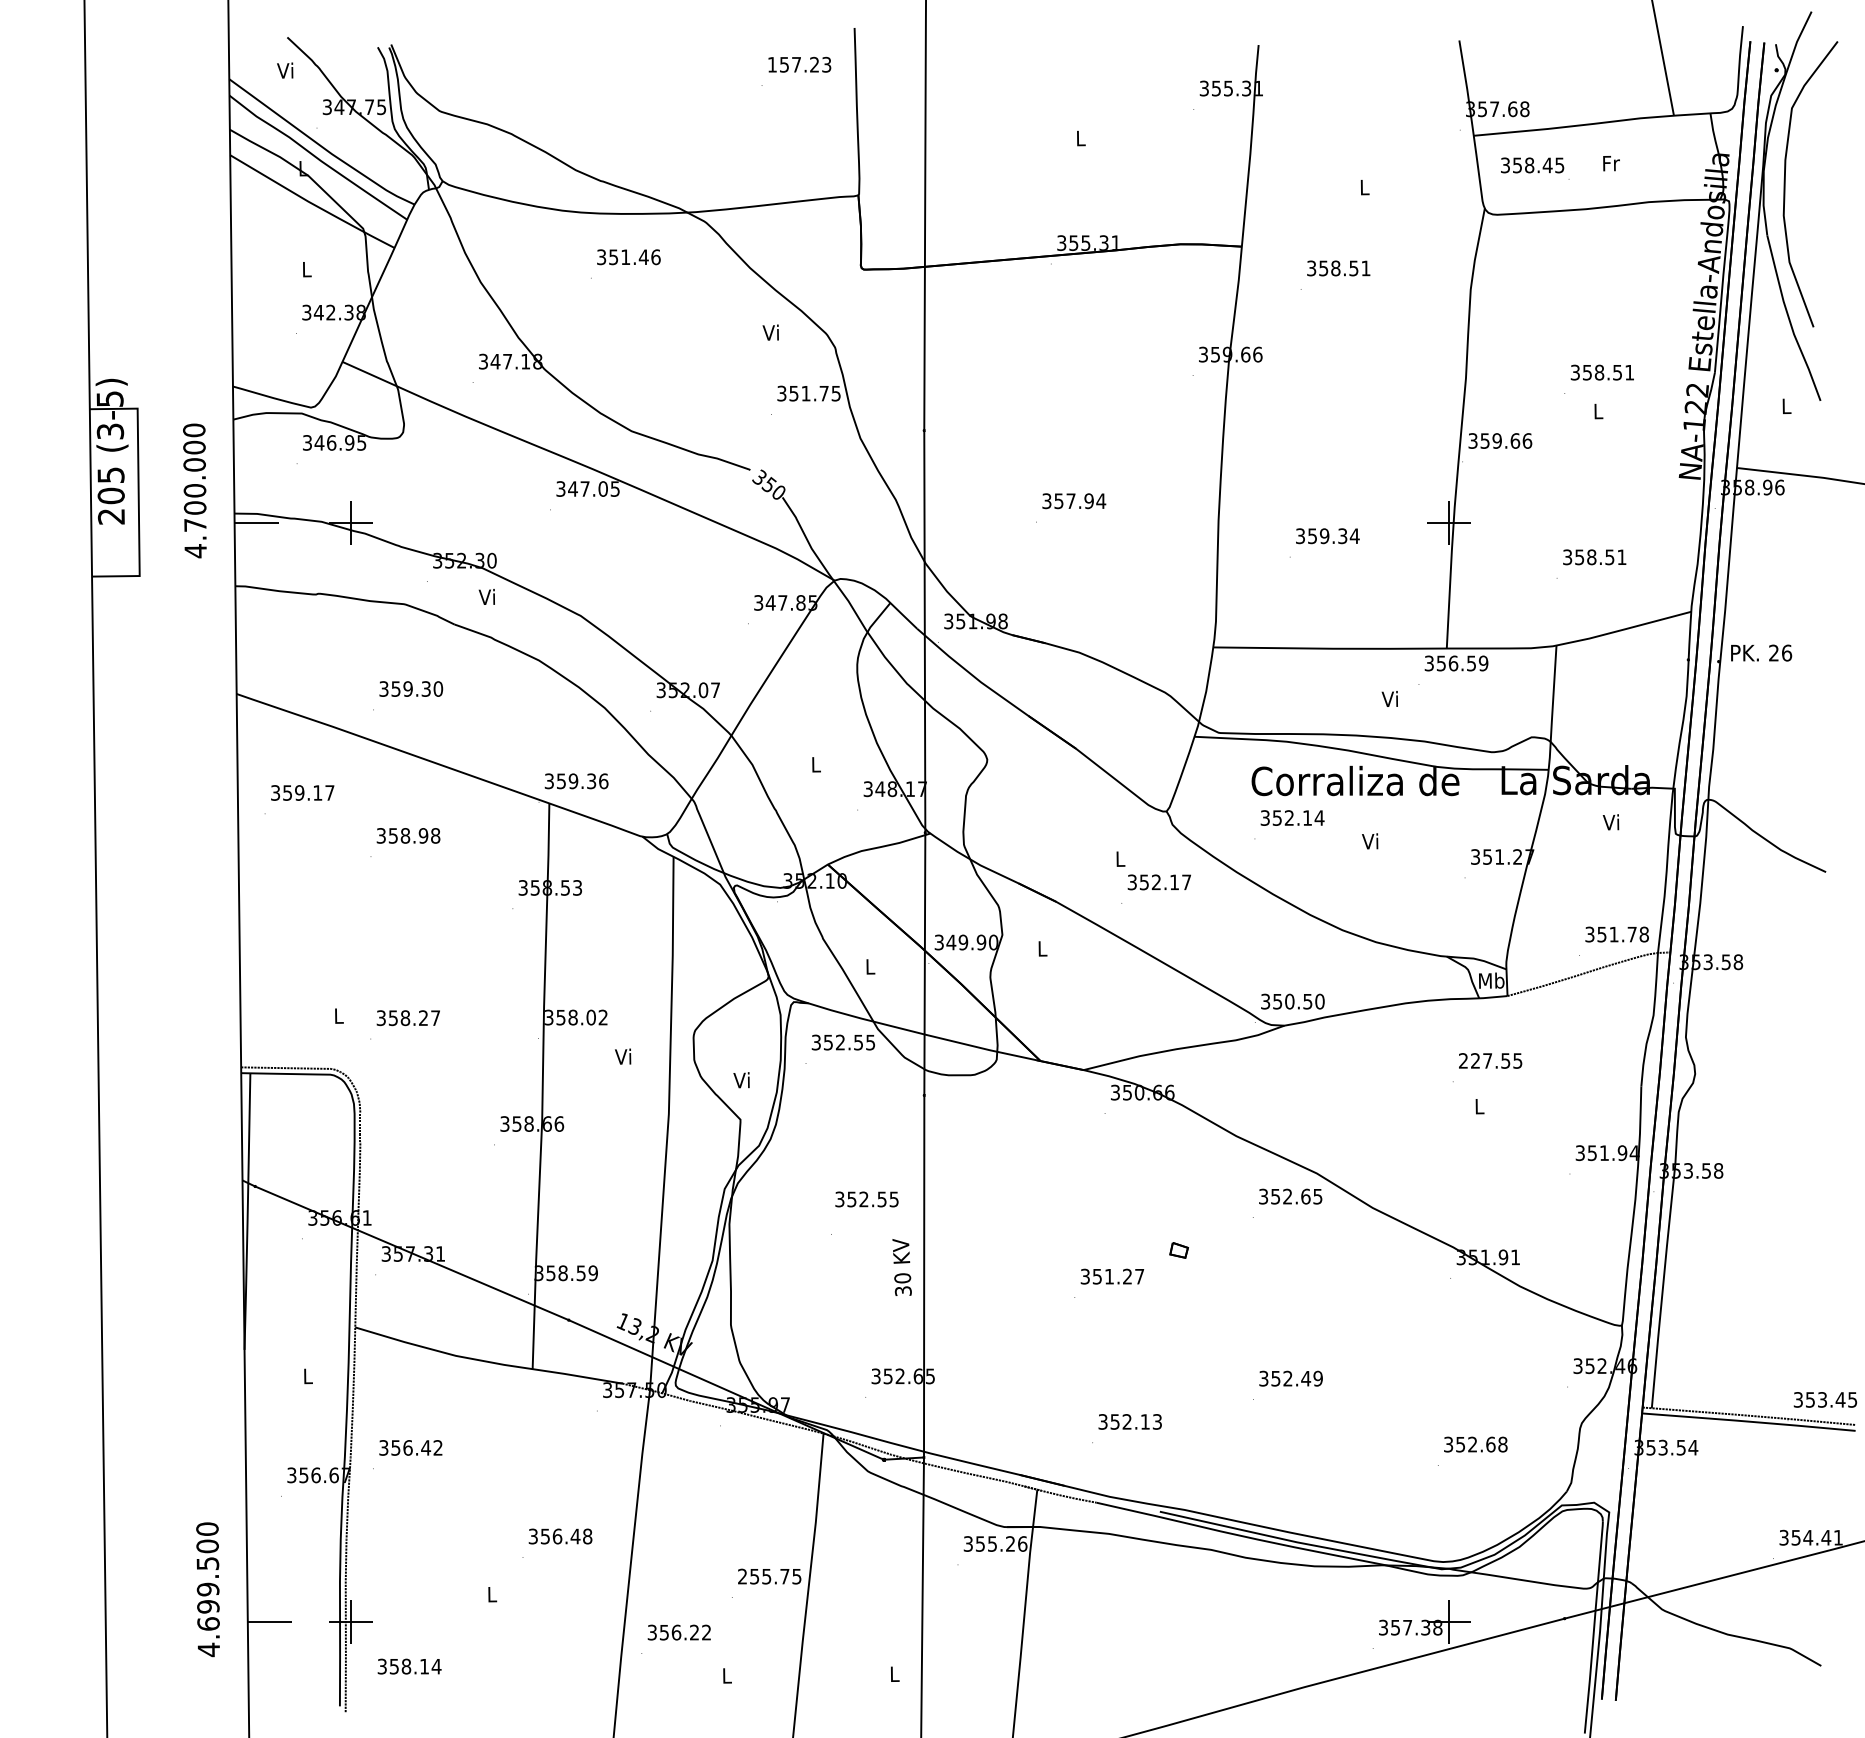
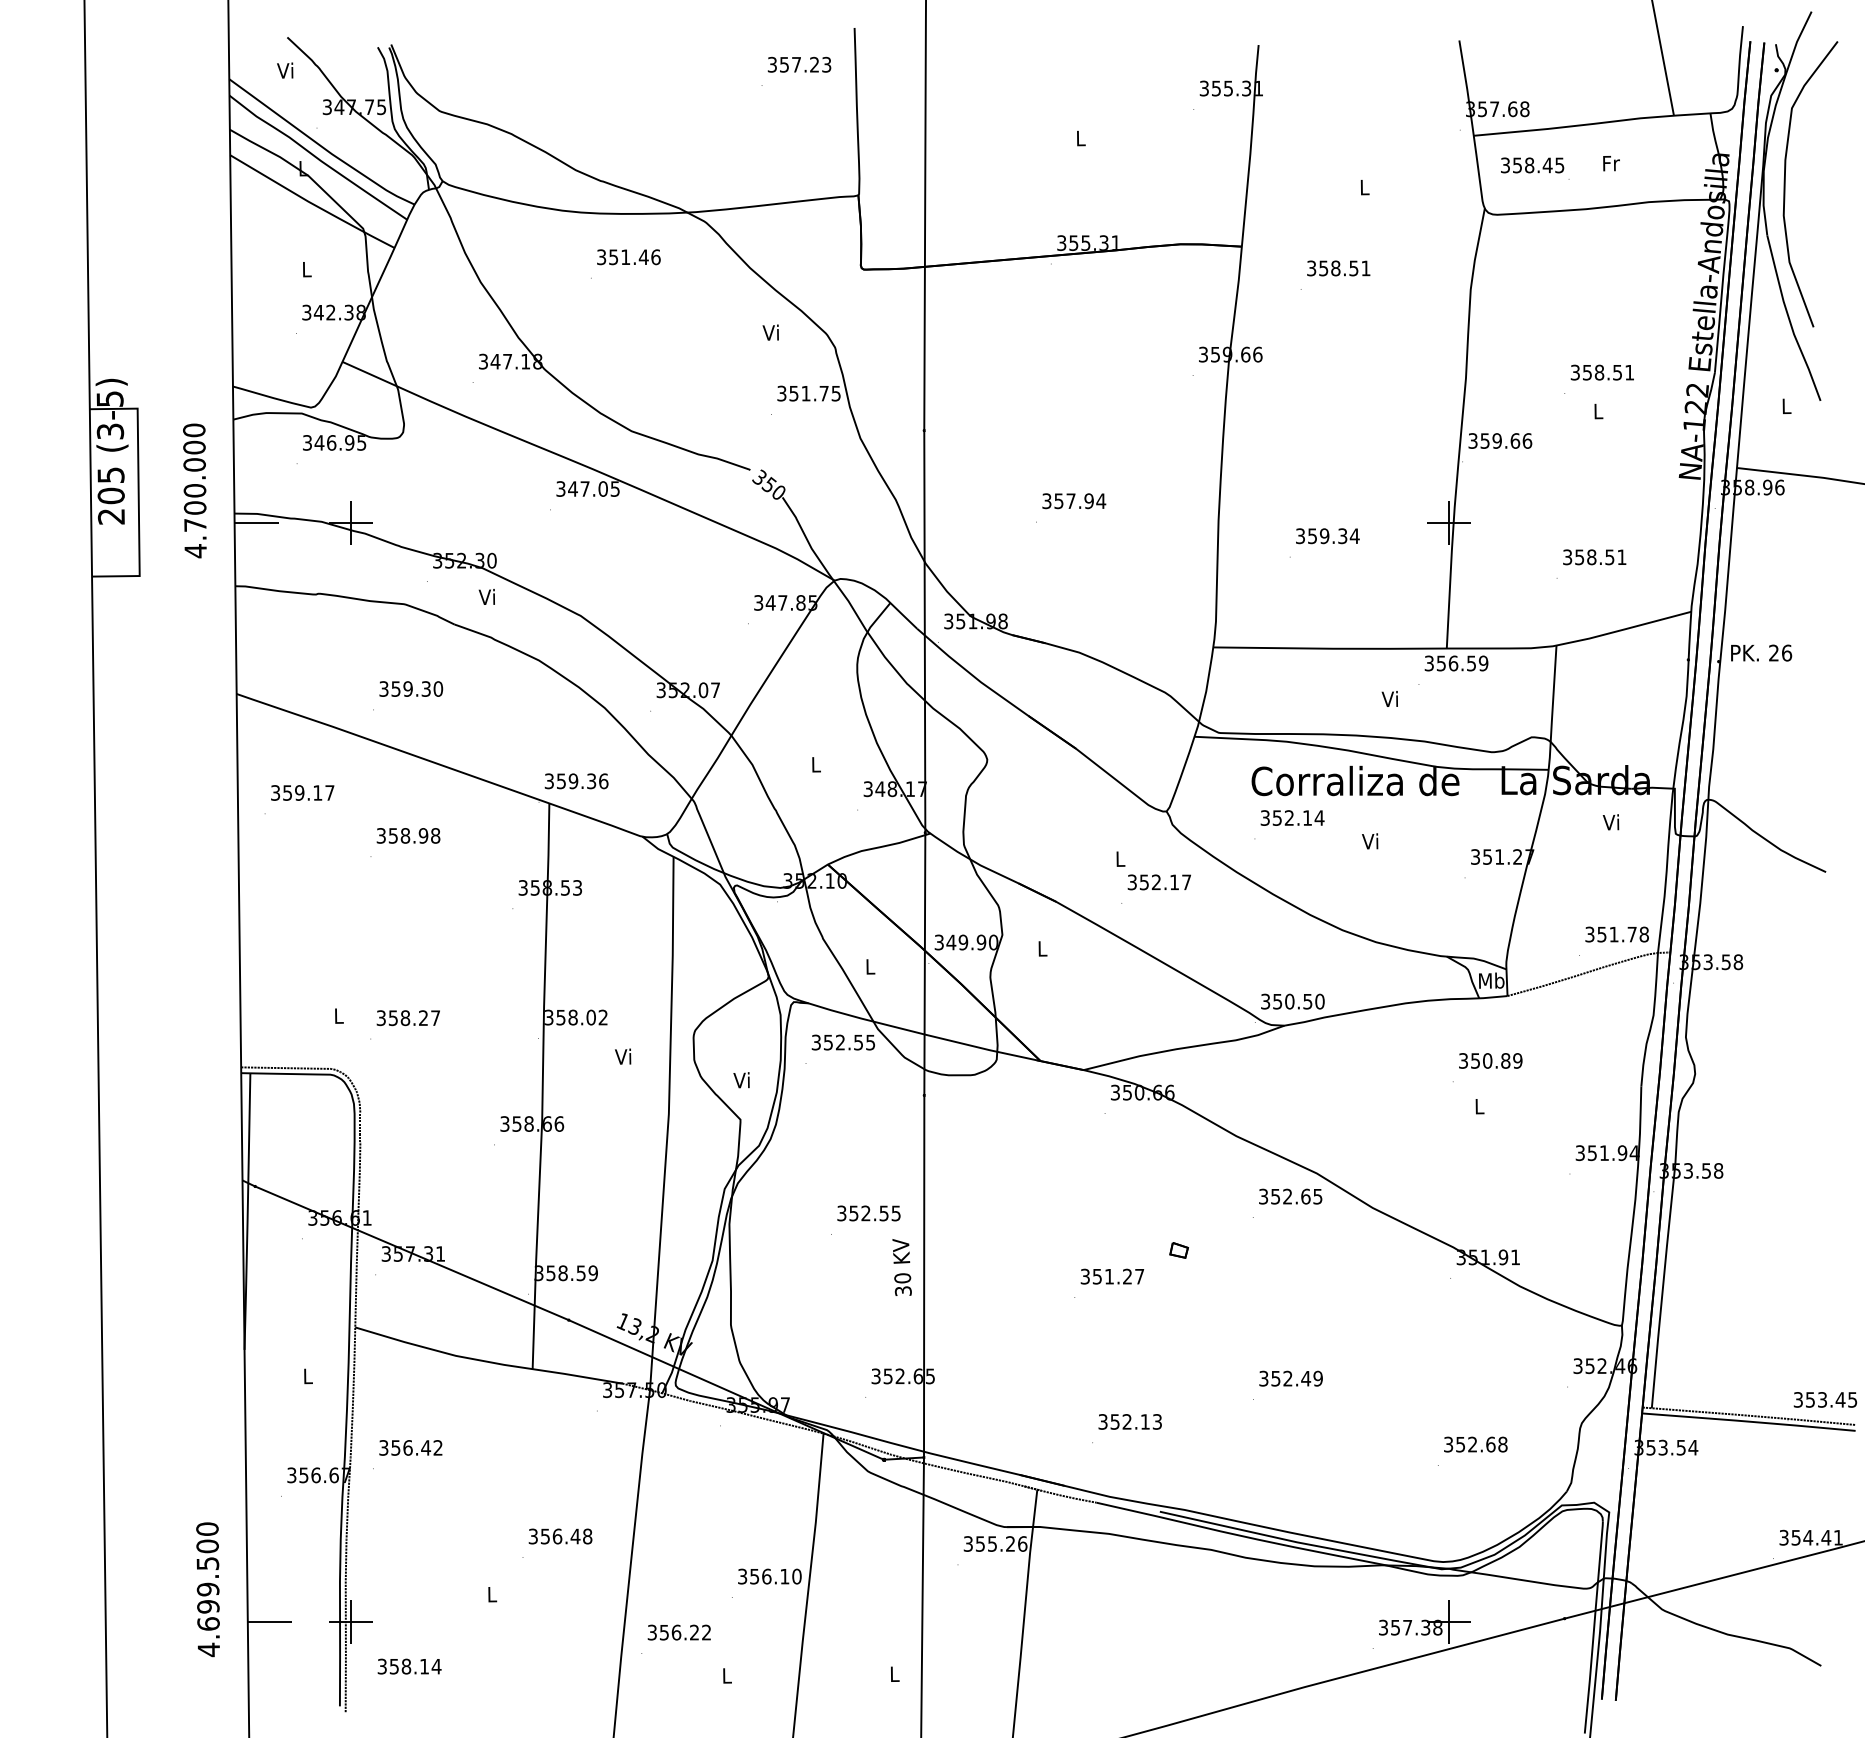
text at (771, 64): 157.23 -> 357.23
text at (1490, 1060): 227.55 -> 350.89
text at (866, 1199) position: (866, 1199) -> (868, 1213)
text at (769, 1576): 255.75 -> 356.10
